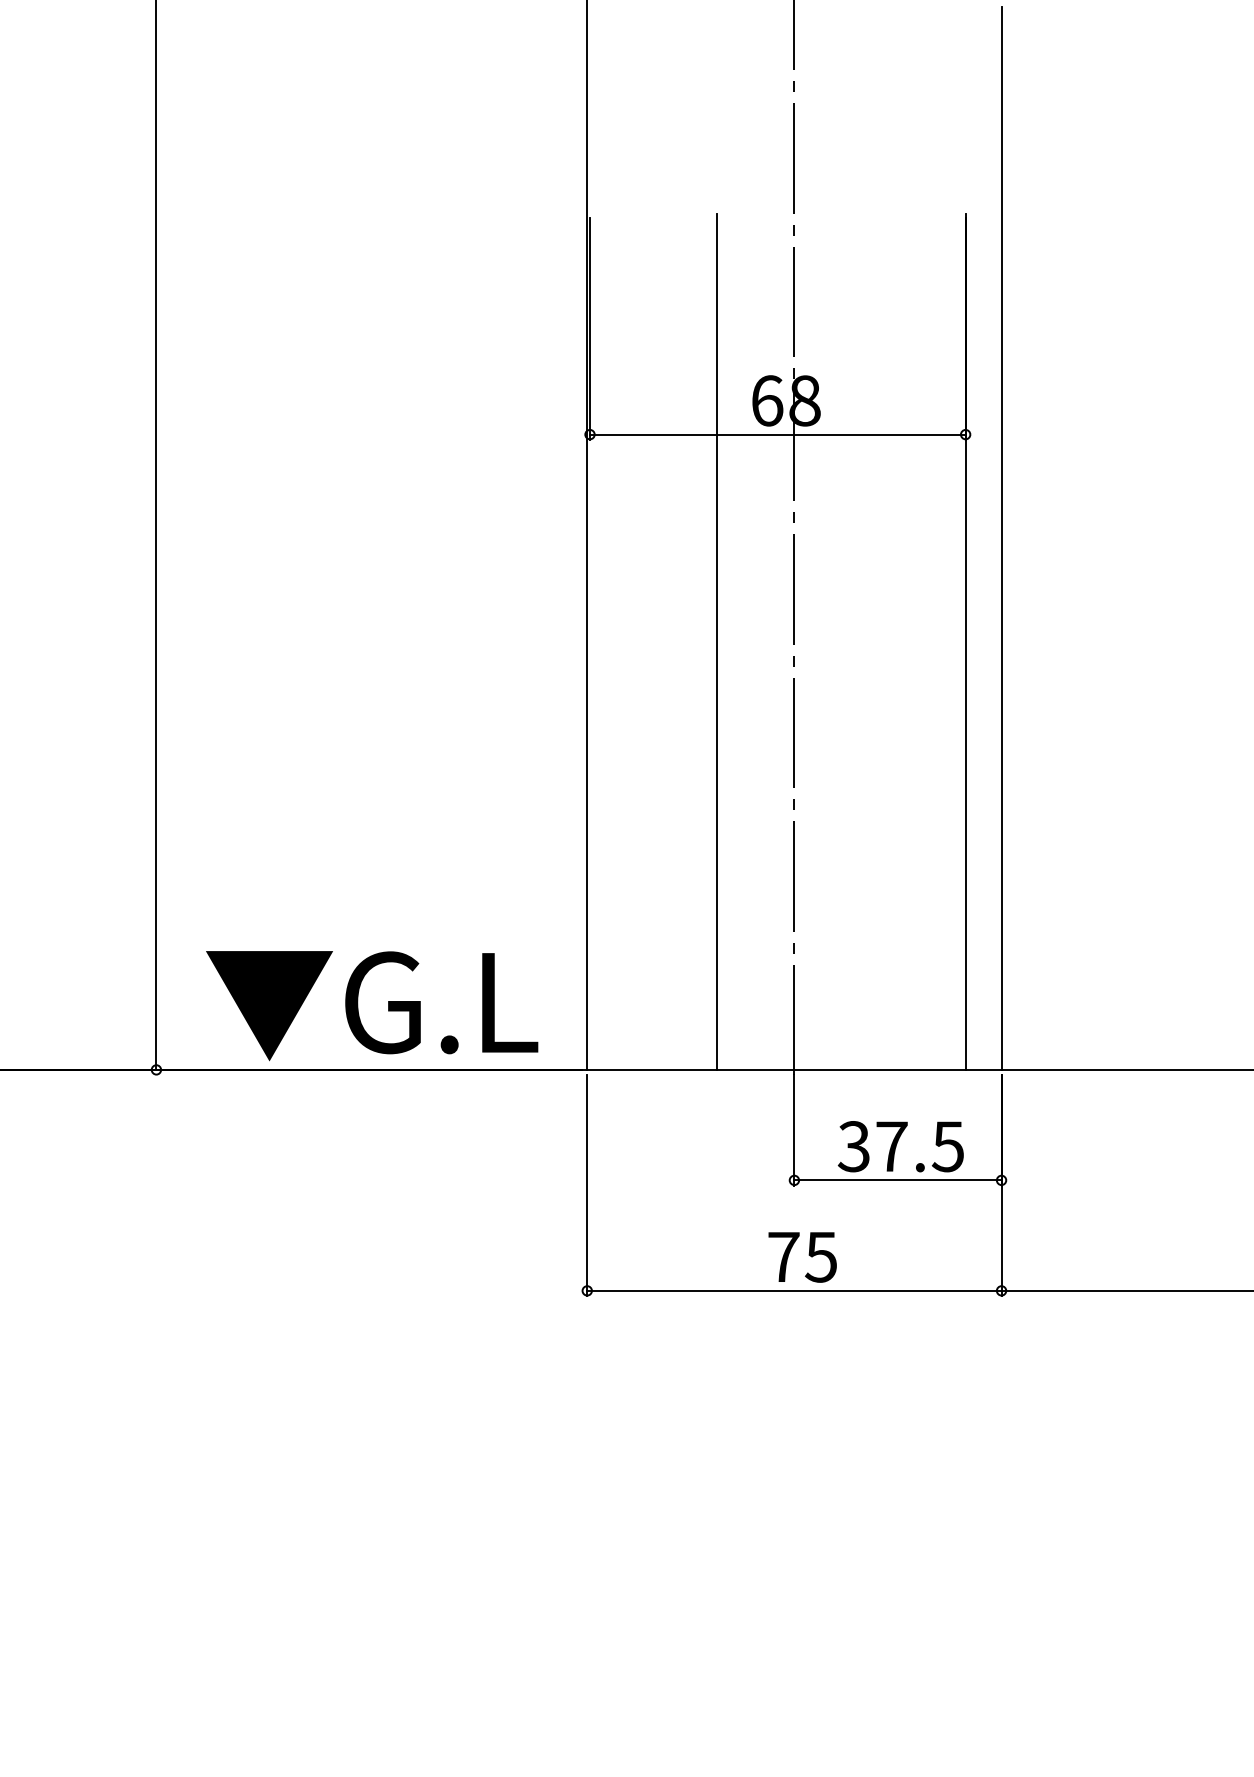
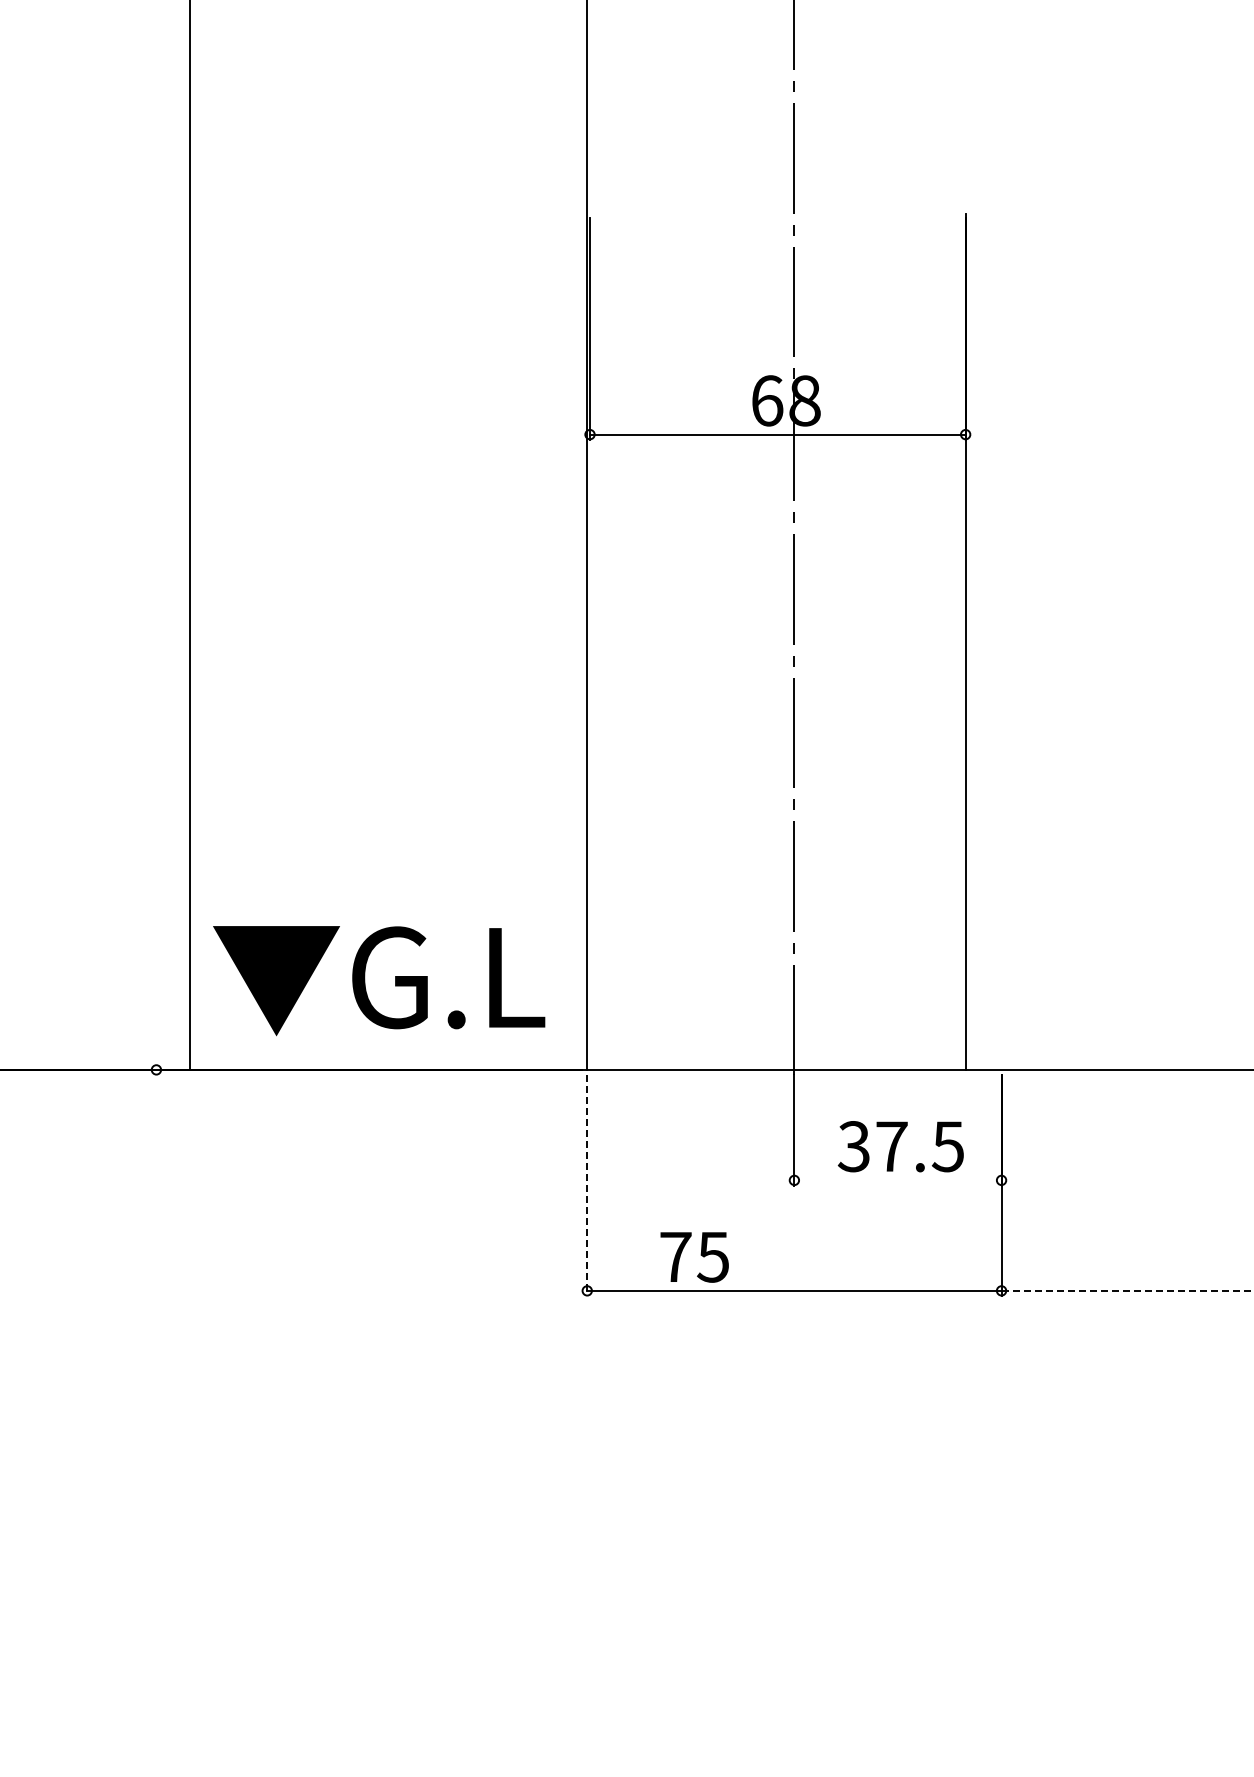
line at (156, 535) position: (156, 535) -> (190, 535)
line at (1001, 537): present -> none
line at (717, 641): present -> none
text at (372, 1006) position: (372, 1006) -> (379, 981)
line at (897, 1180): present -> none
line at (587, 1186): solid -> dashed
text at (802, 1257) position: (802, 1257) -> (694, 1257)
line at (1127, 1290): solid -> dashed
